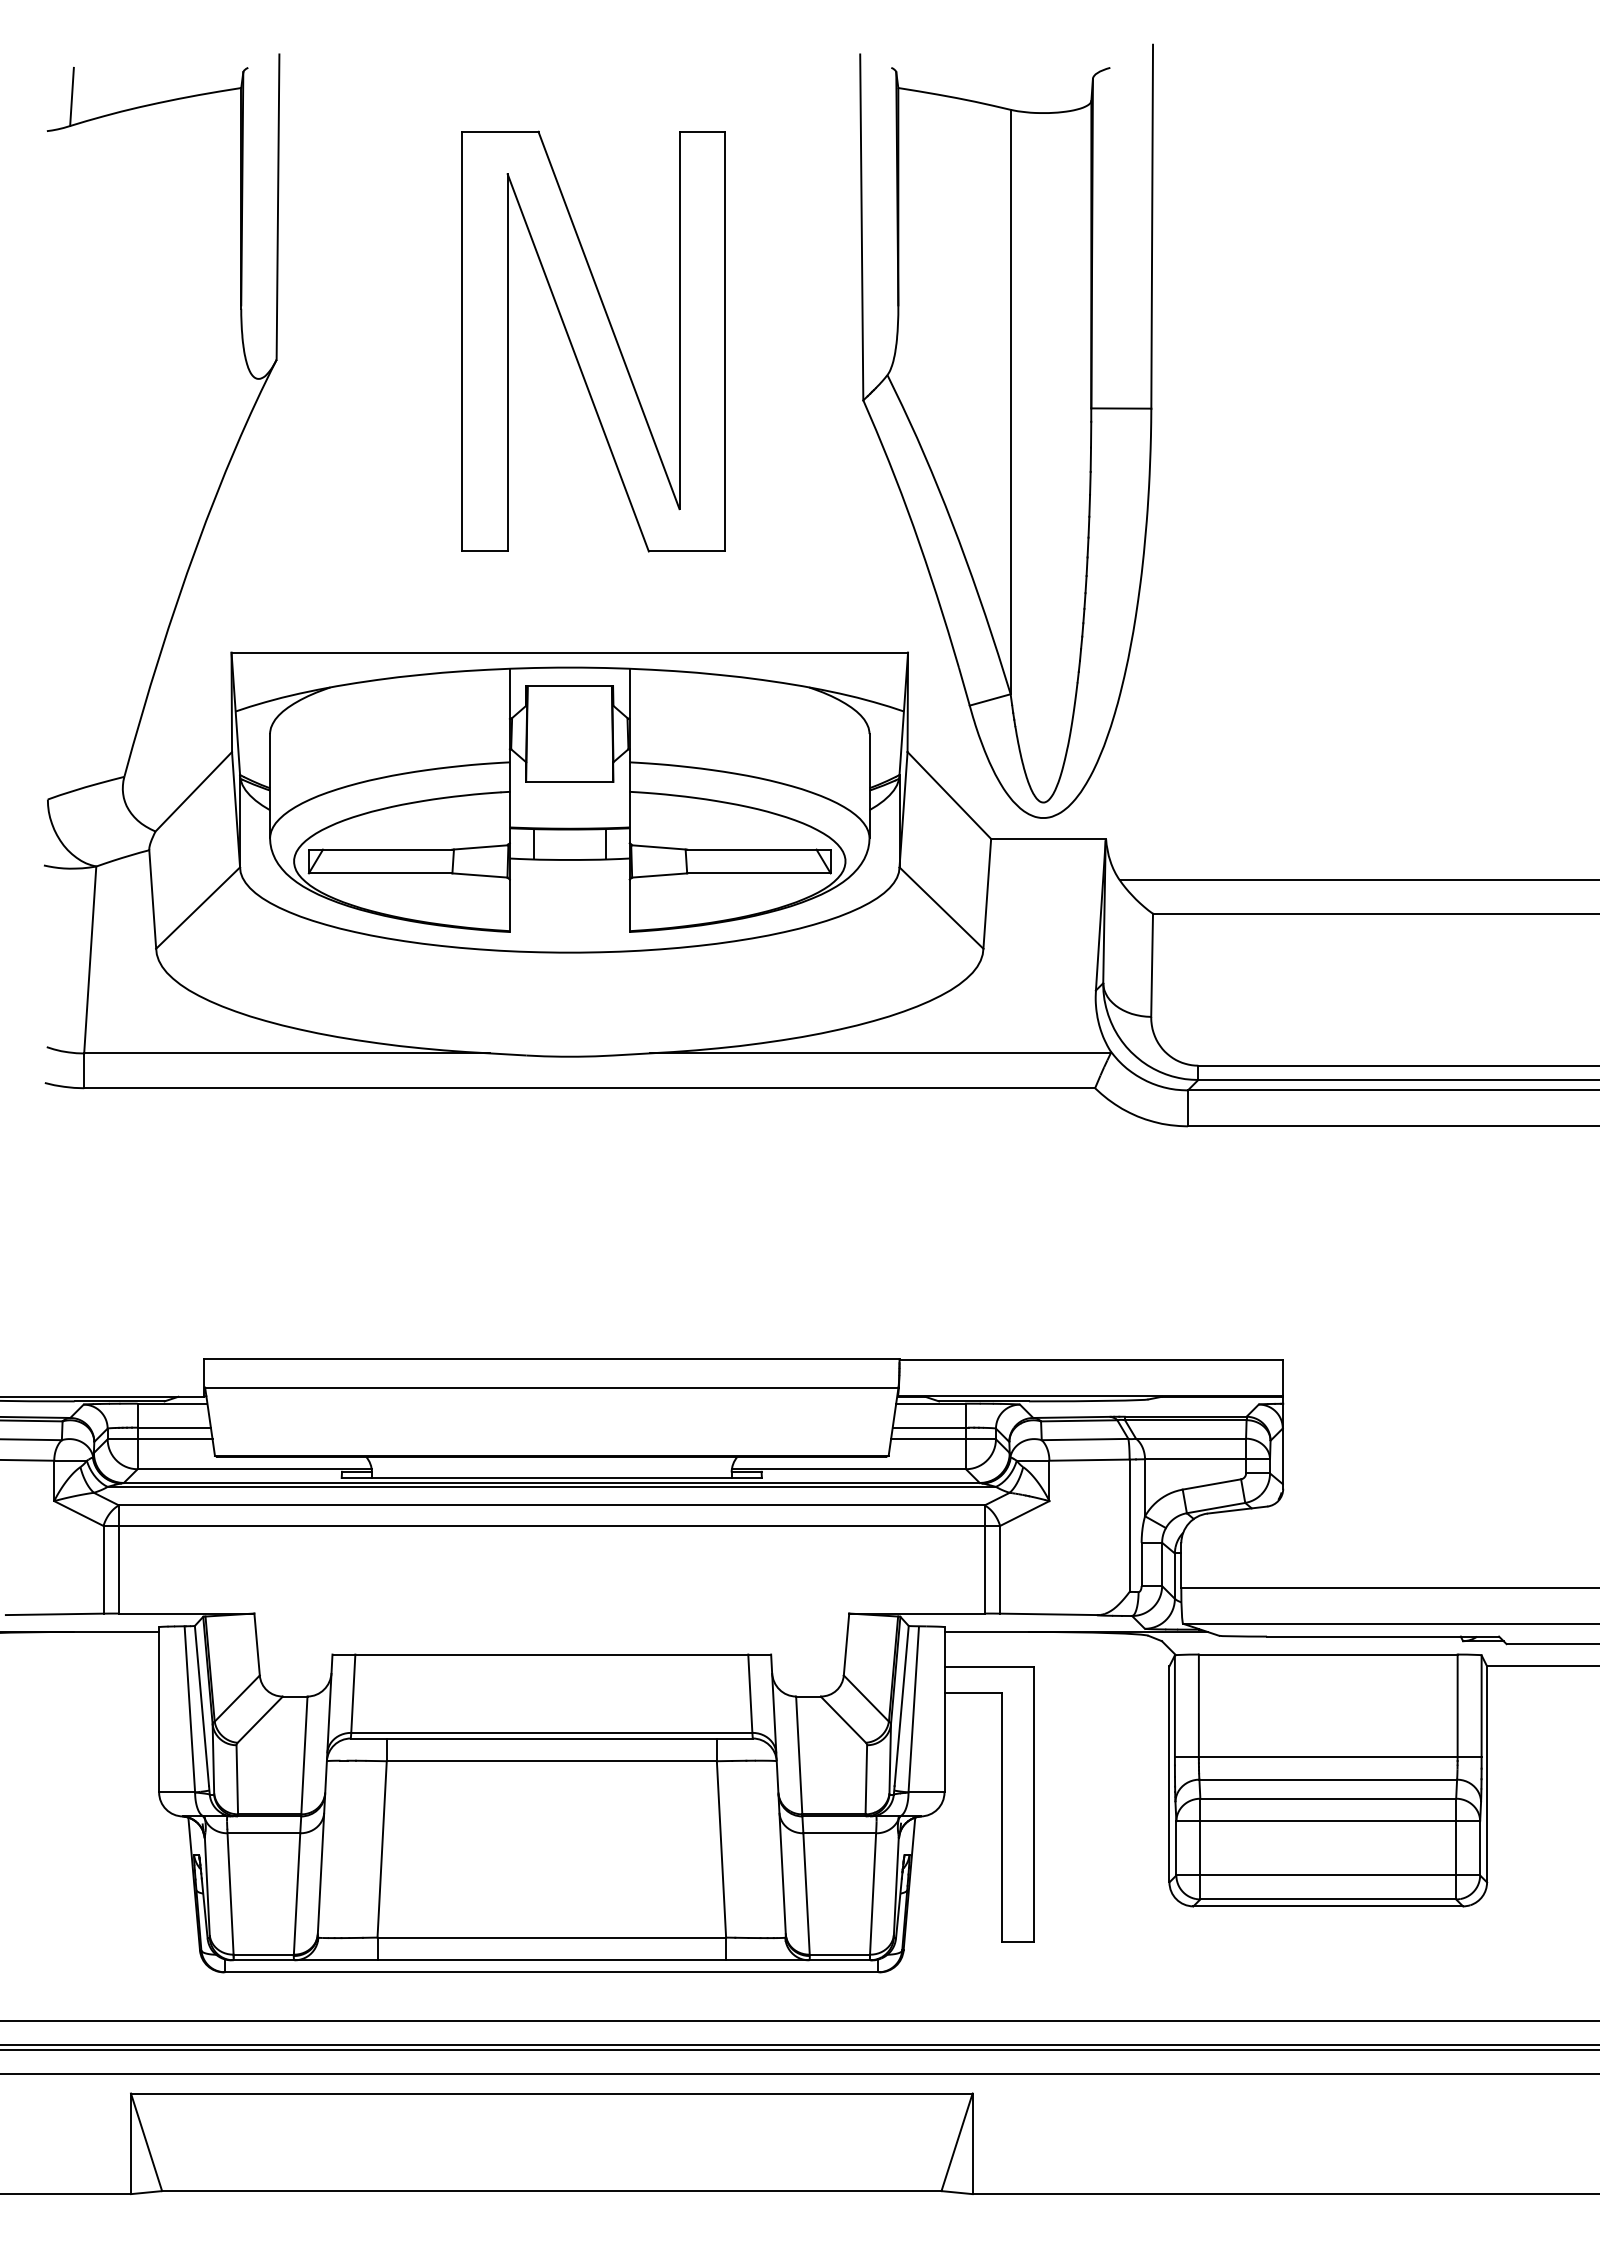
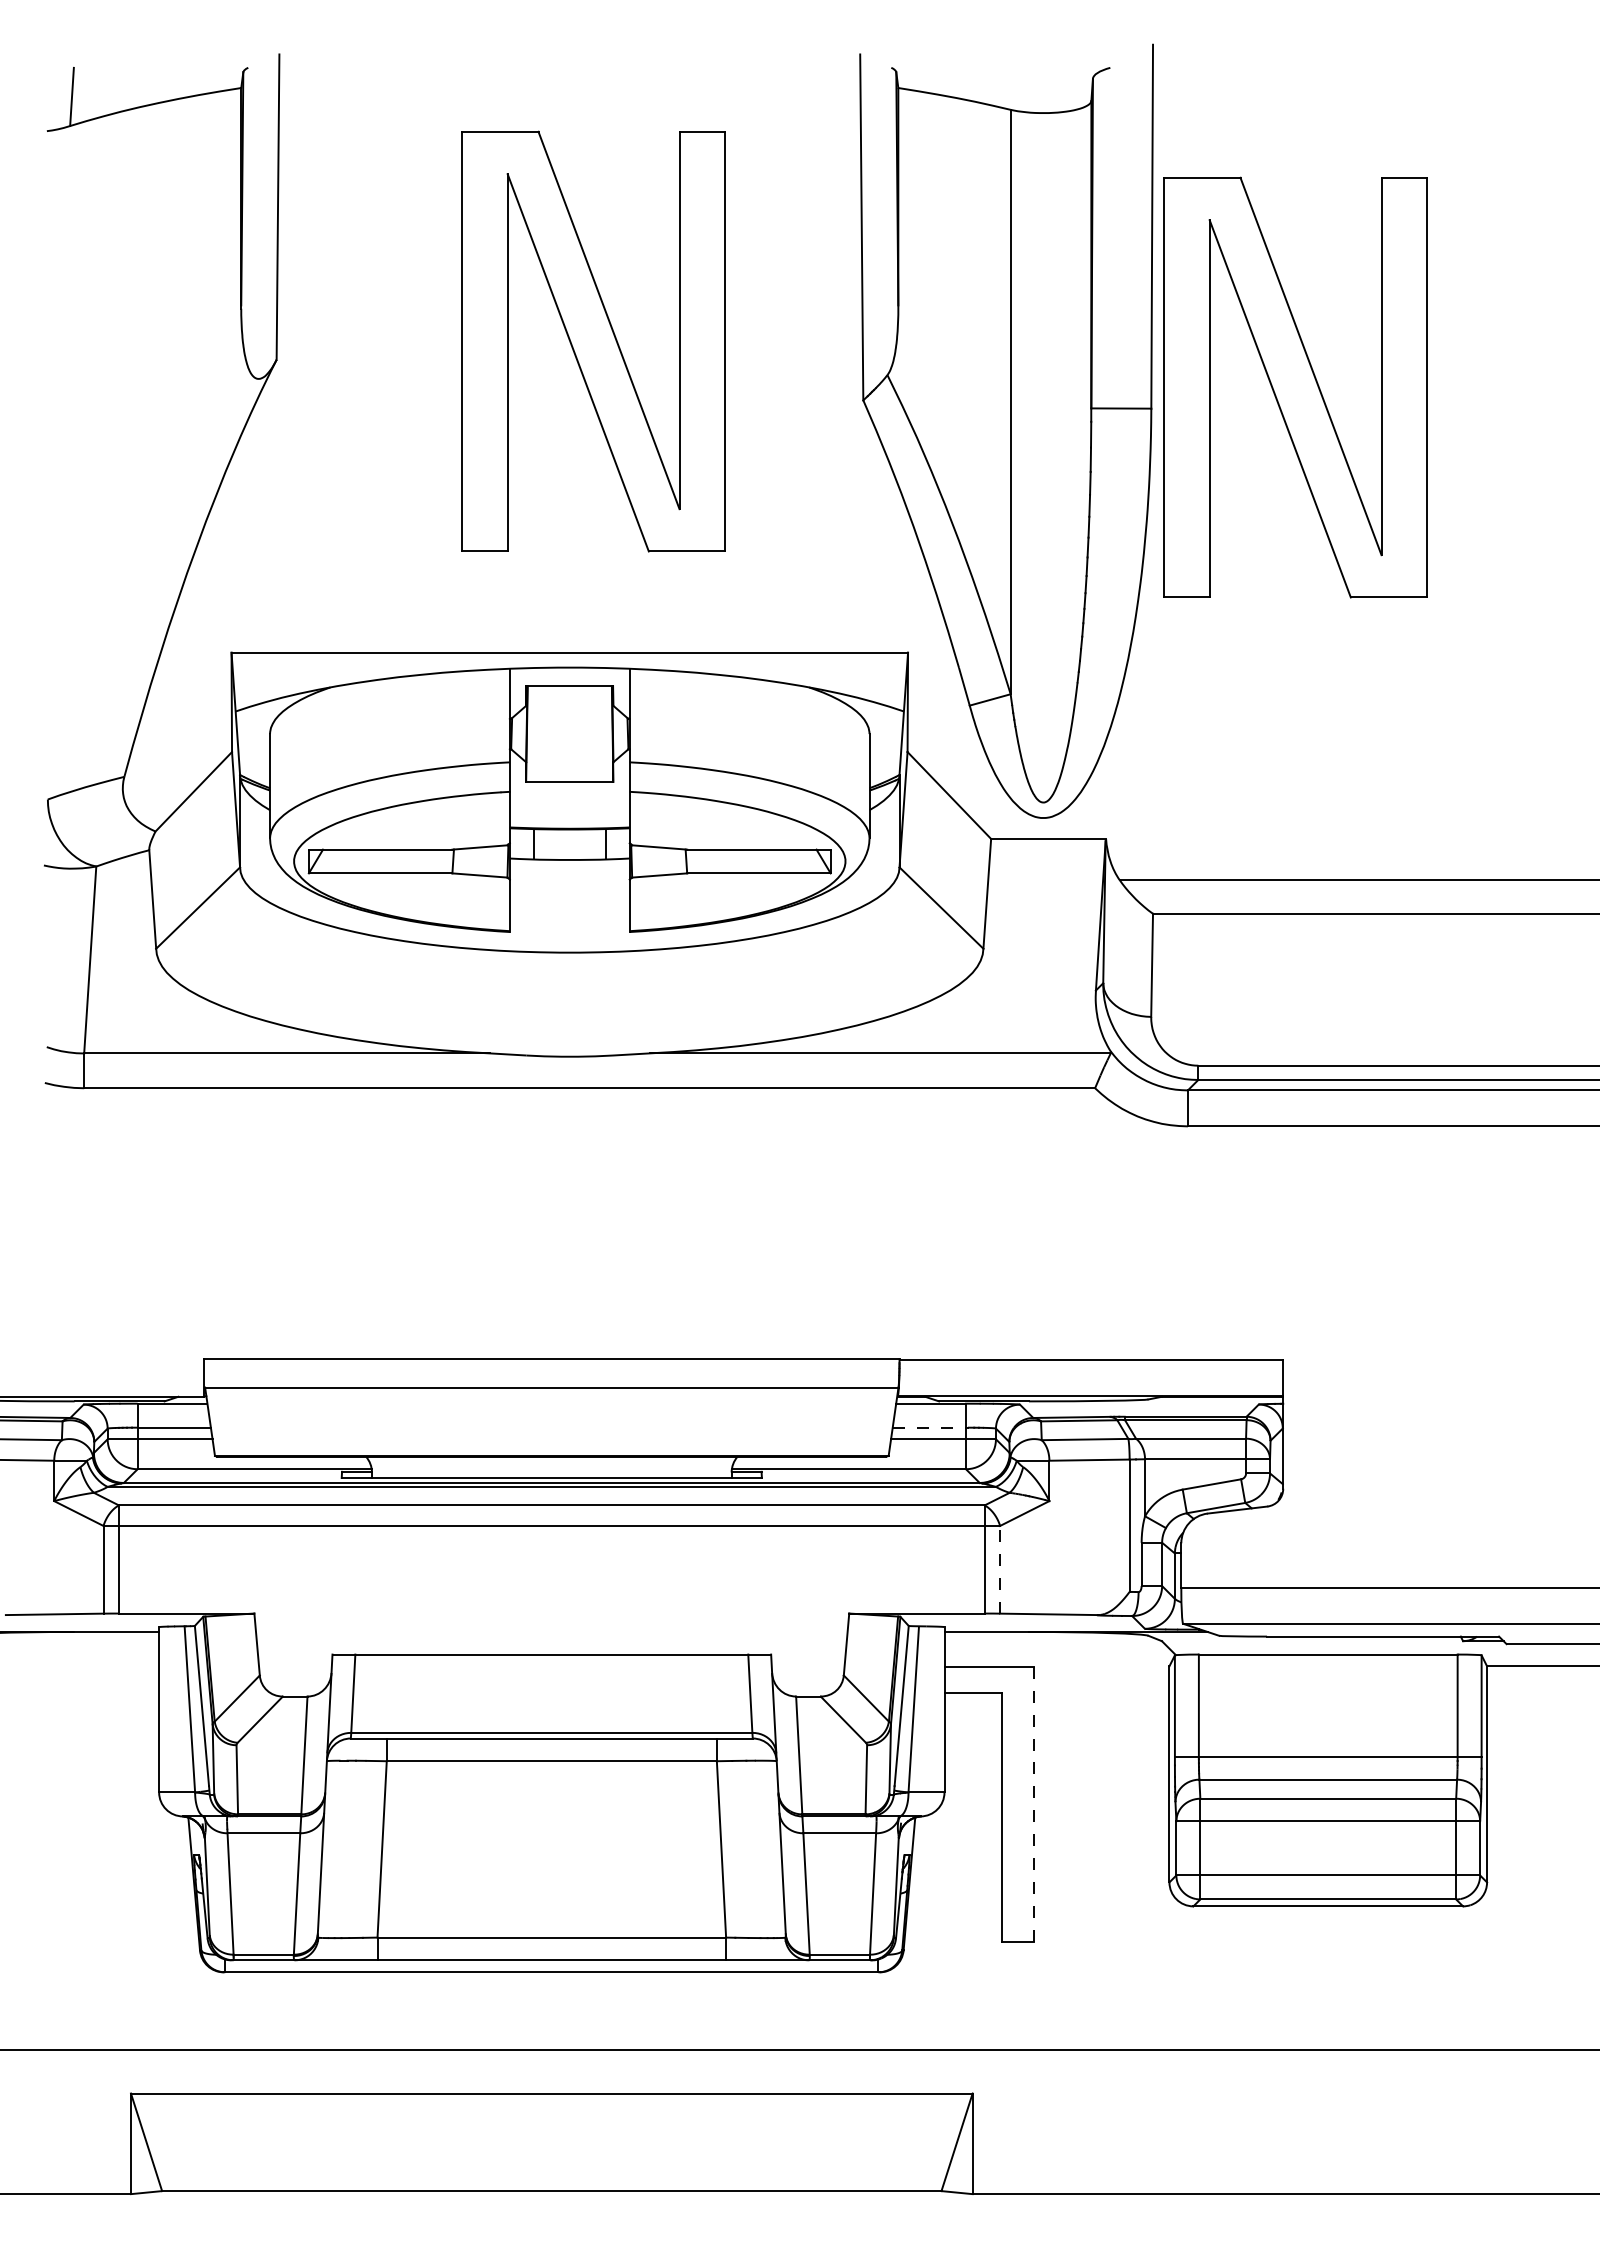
part at (1295, 387): none -> present
line at (931, 1427): solid -> dashed
line at (1000, 1569): solid -> dashed
line at (1034, 1804): solid -> dashed
line at (799, 2021): present -> none
line at (799, 2045): present -> none
line at (799, 2073): present -> none
